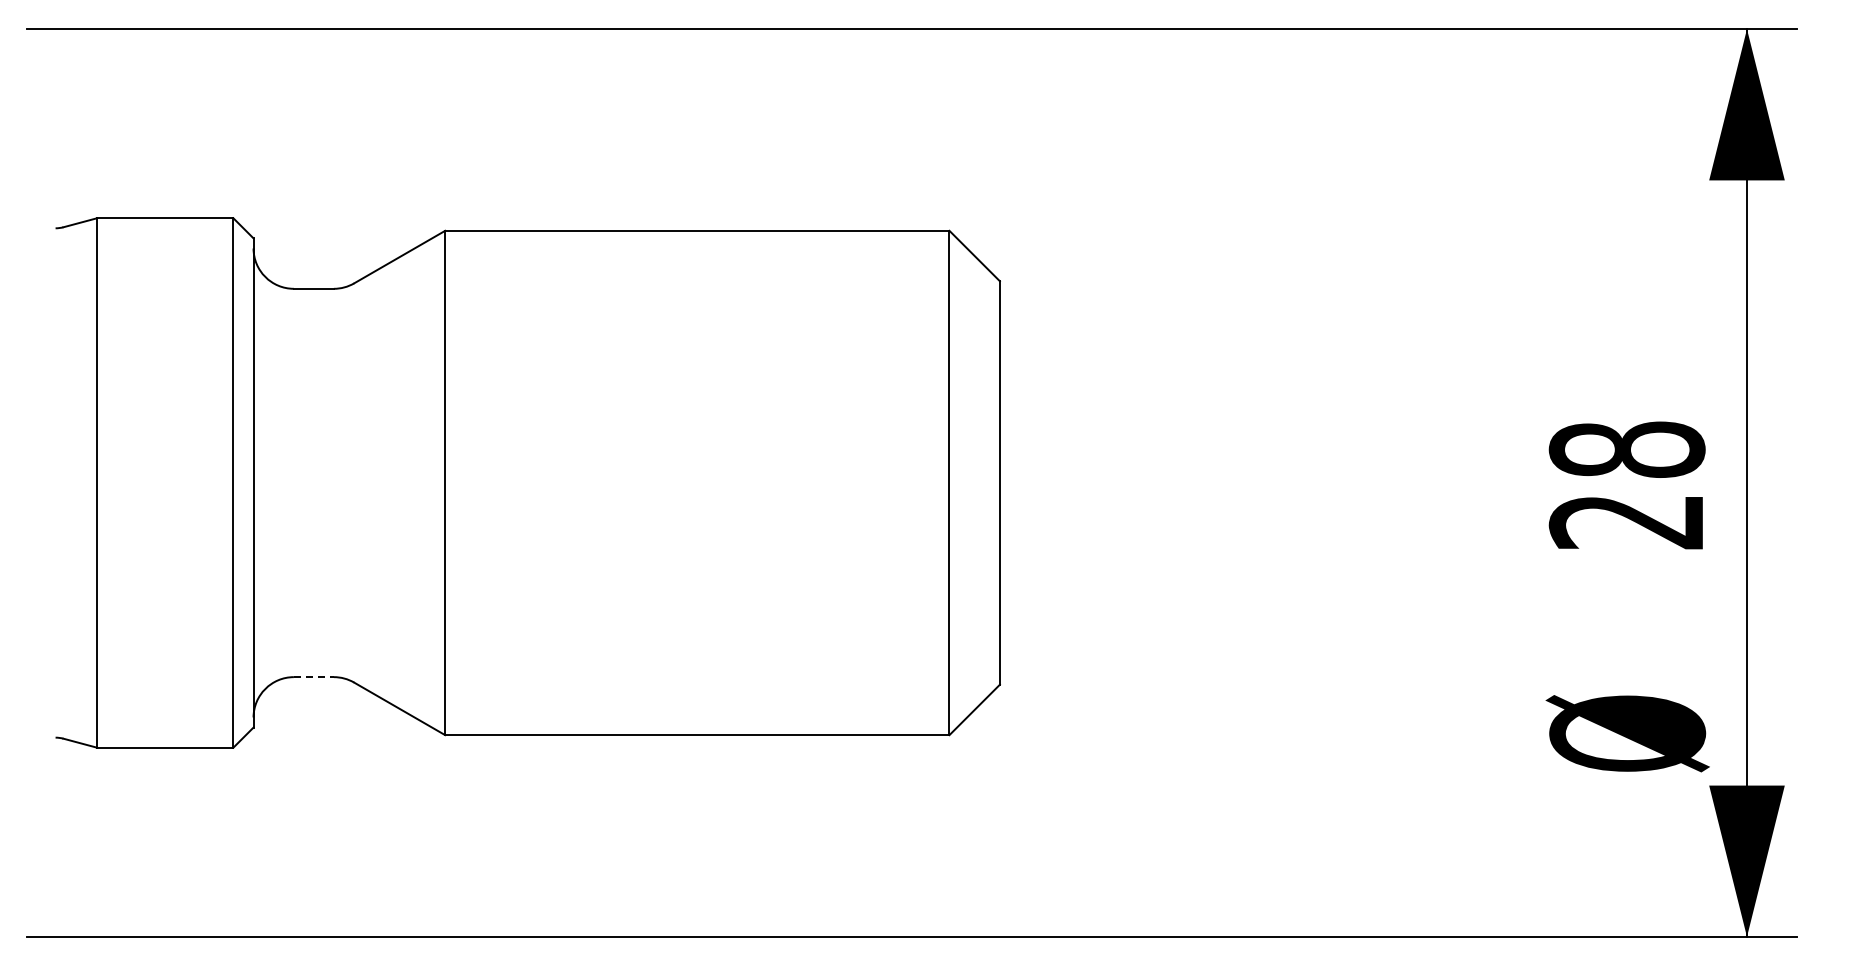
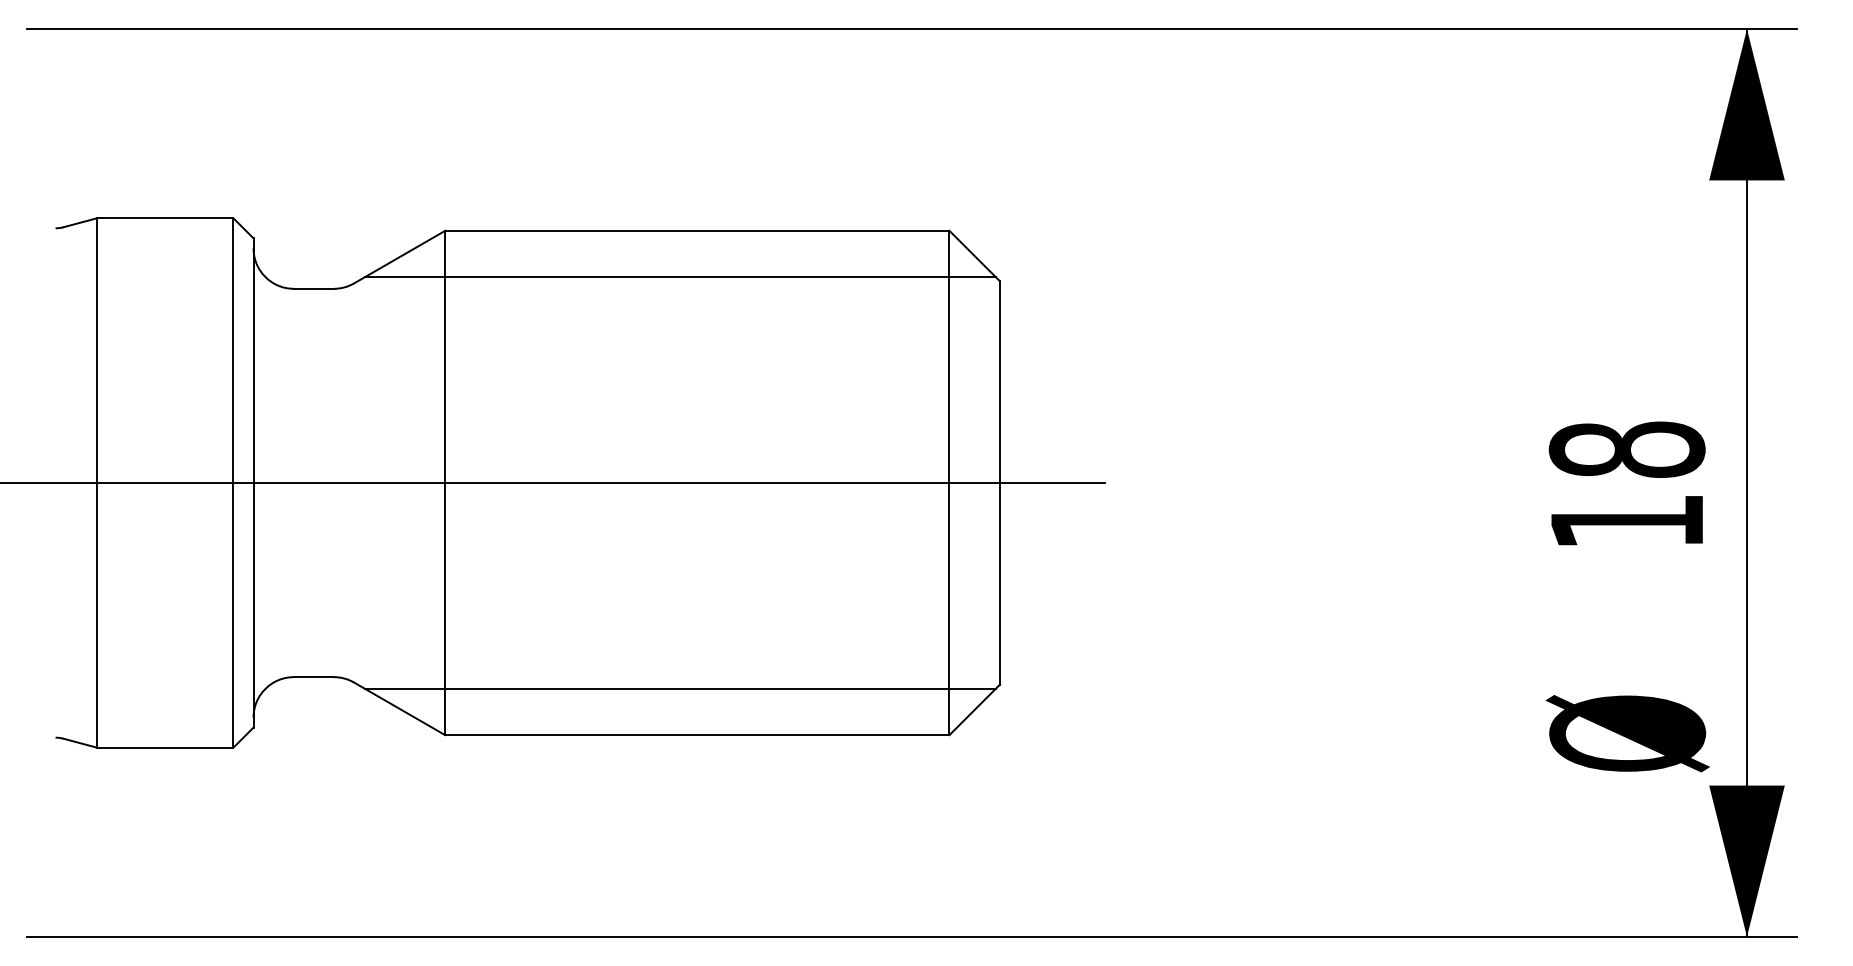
line at (679, 277): none -> present
line at (553, 482): none -> present
text at (1625, 522): 28 -> 18
line at (314, 677): dashed -> solid
line at (679, 688): none -> present
